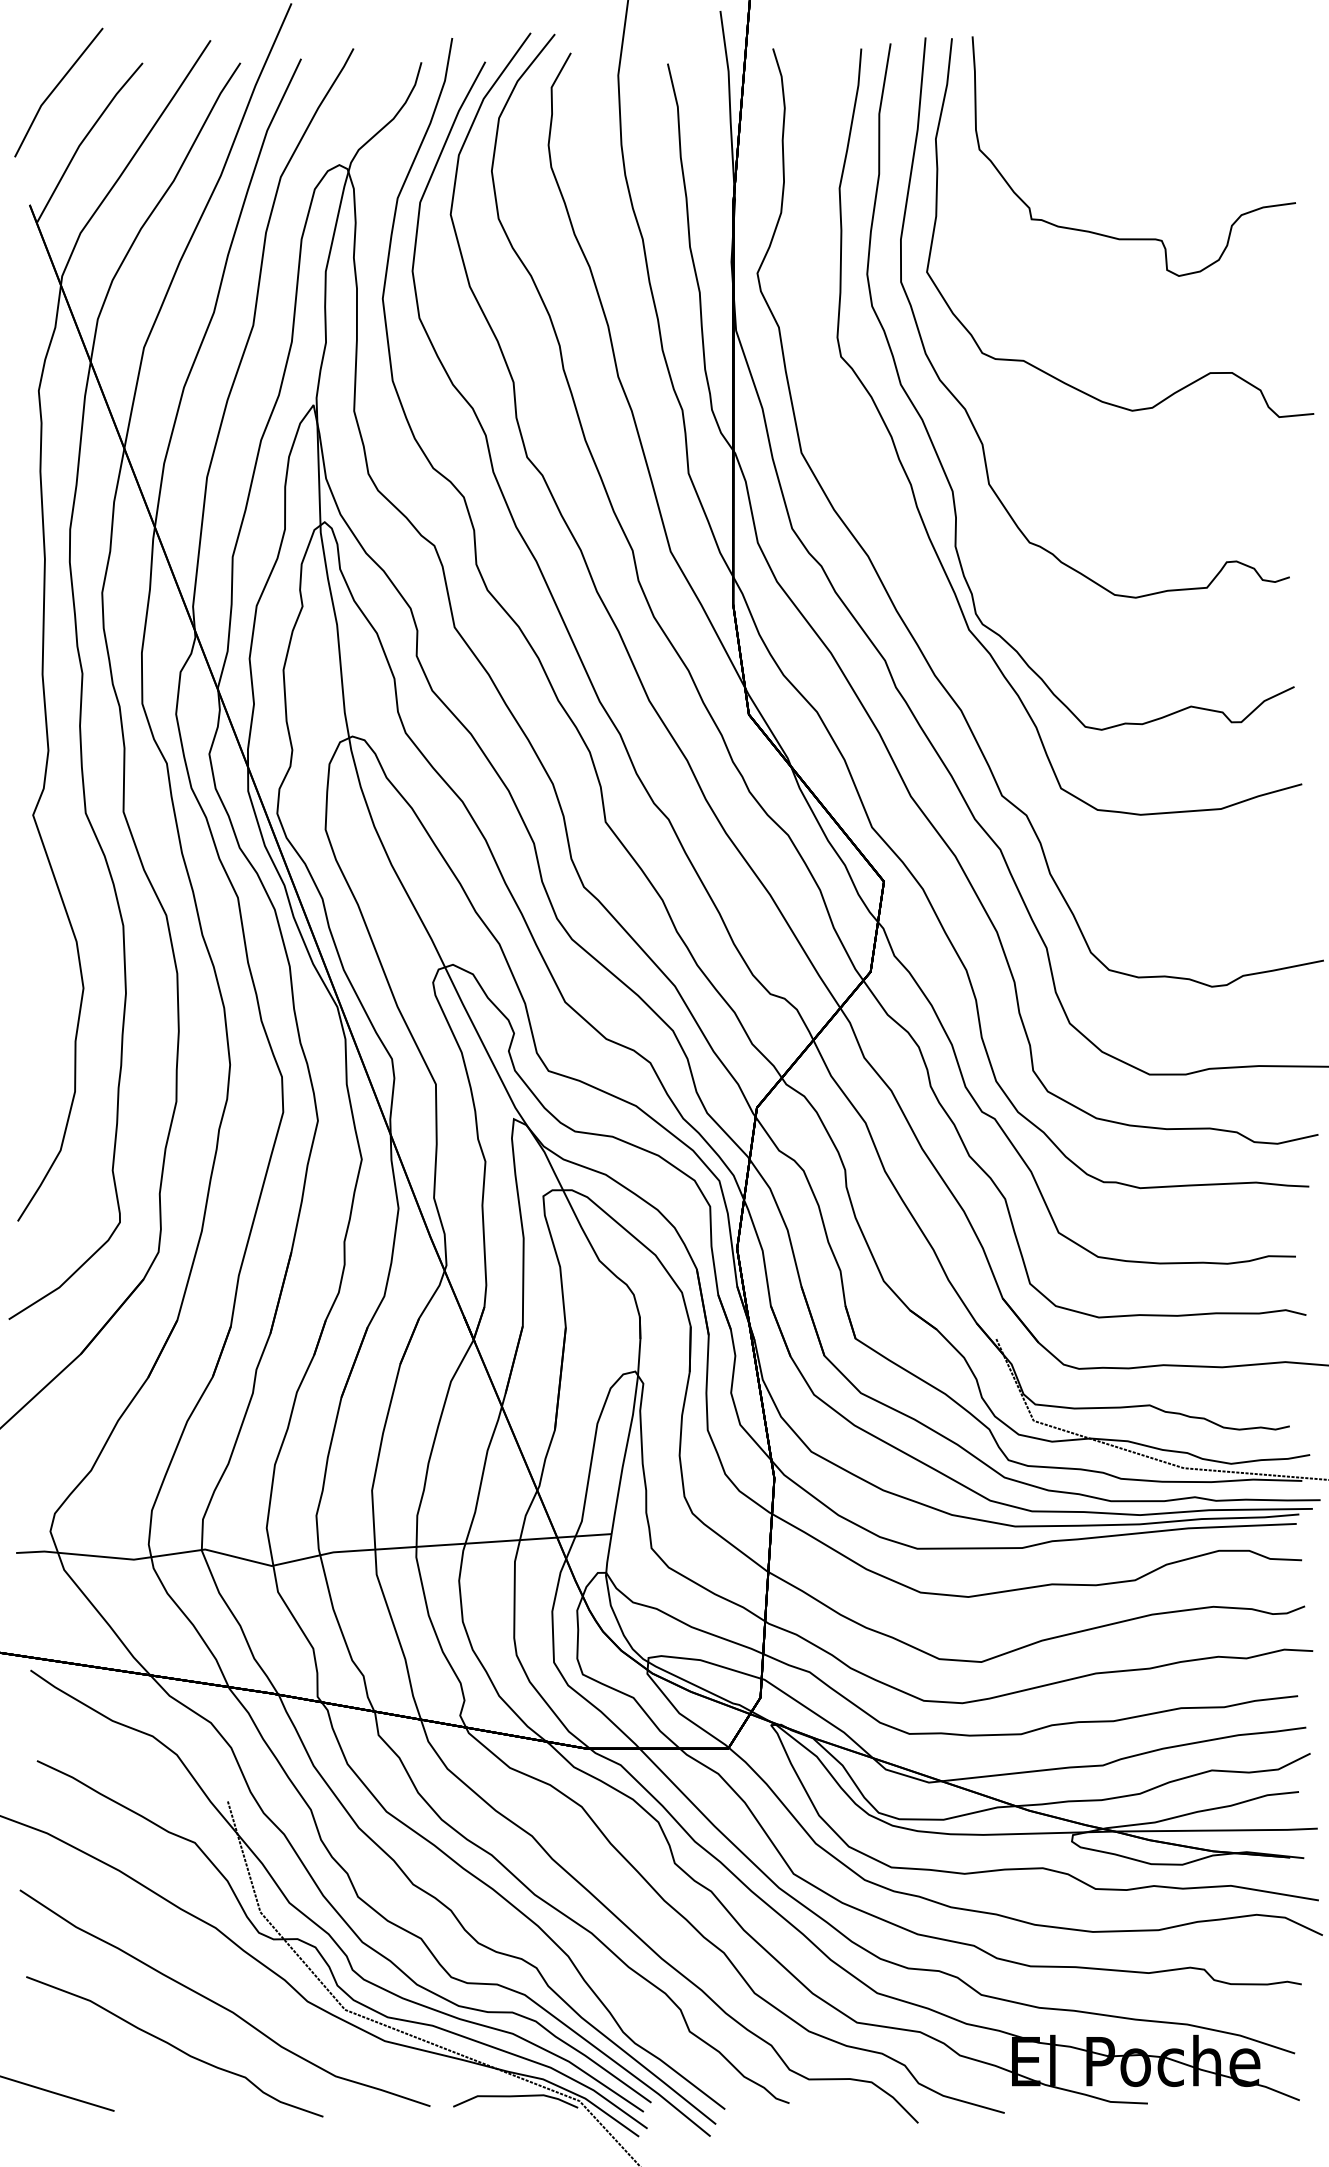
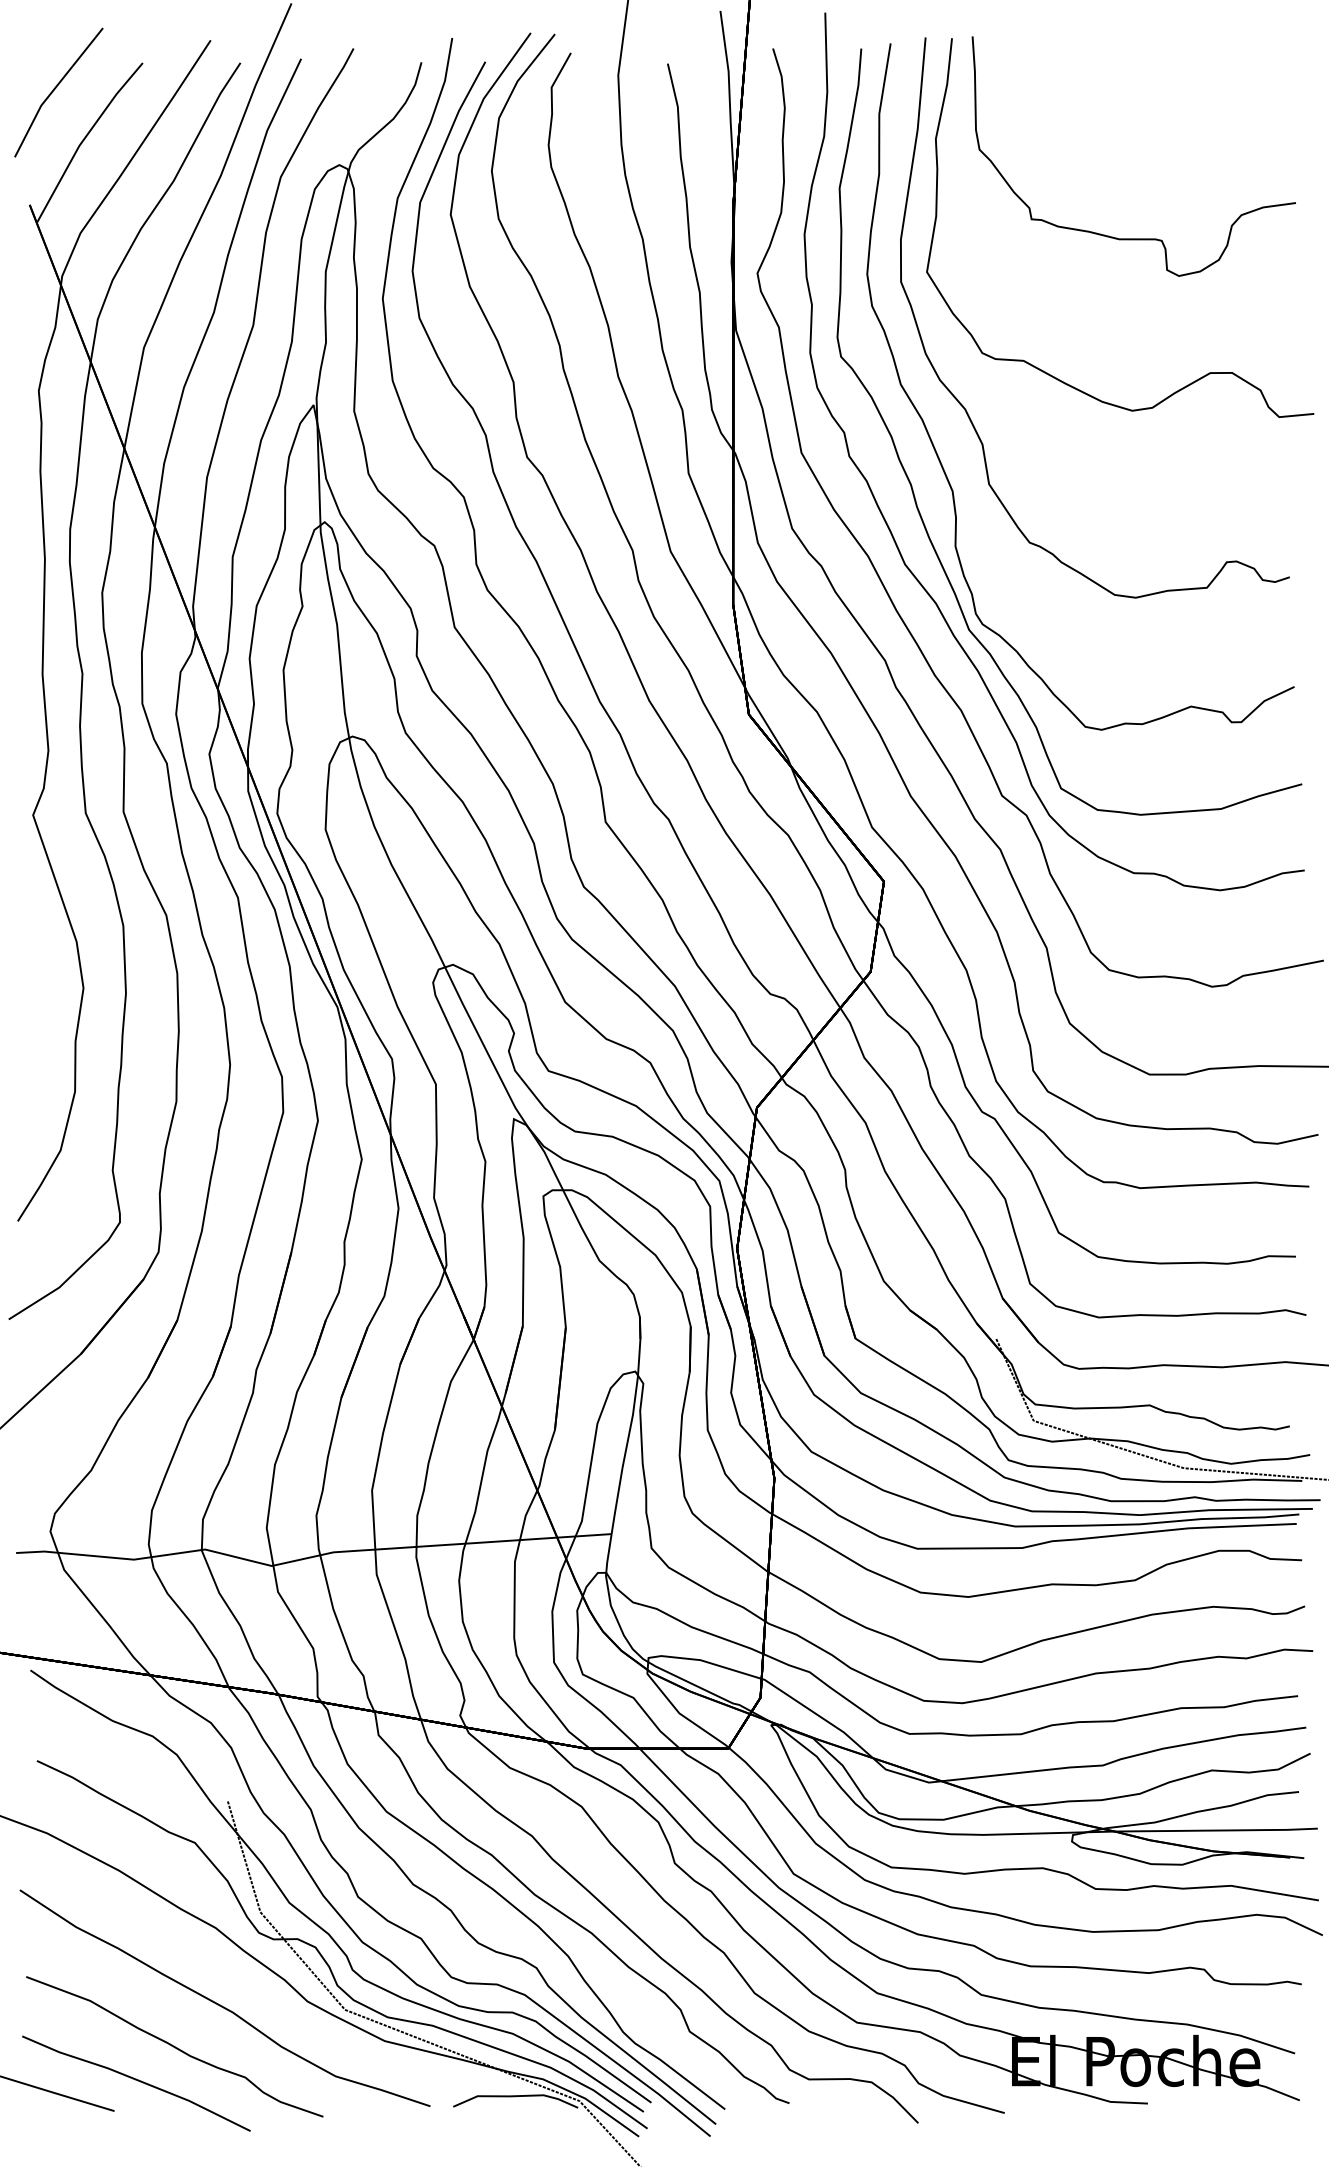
part at (887, 522): none -> present
part at (136, 2083): none -> present
